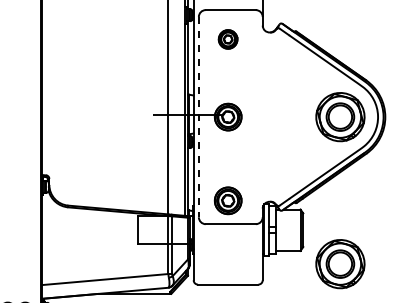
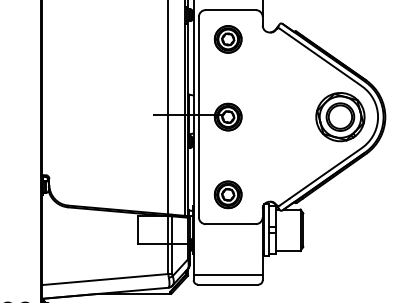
part at (227, 39) size: 22x21 px -> 30x29 px
line at (198, 117): dashed -> solid
part at (227, 200) position: (227, 200) -> (227, 194)
part at (340, 264): present -> none
line at (227, 275): none -> present
